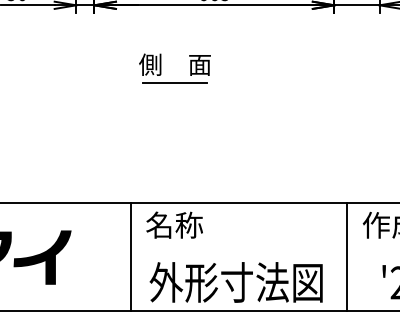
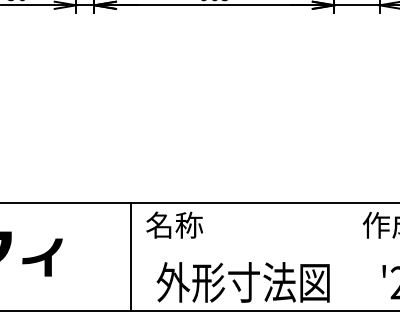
part at (161, 68): present -> none
line at (347, 256): present -> none
part at (42, 257) size: 59x55 px -> 41x39 px
text at (235, 282) position: (235, 282) -> (242, 282)
